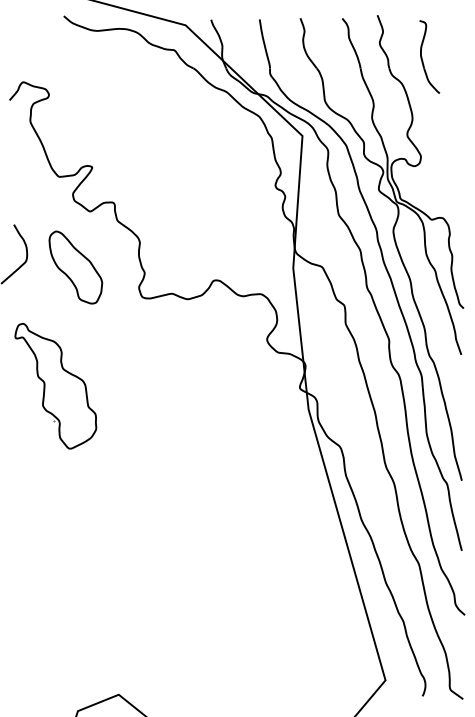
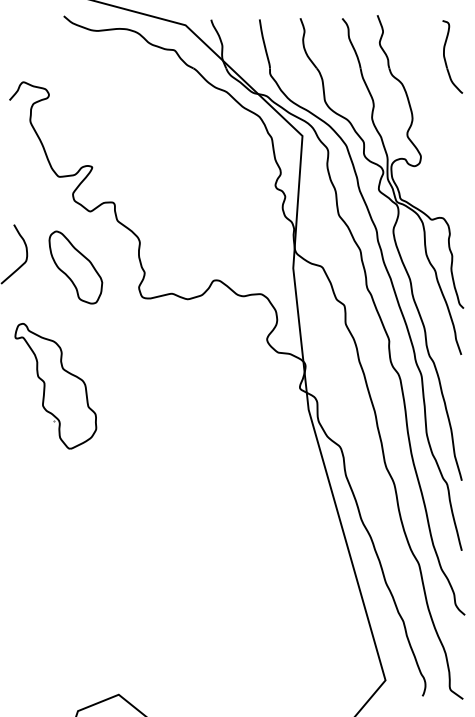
part at (422, 56) position: (422, 56) -> (445, 56)
